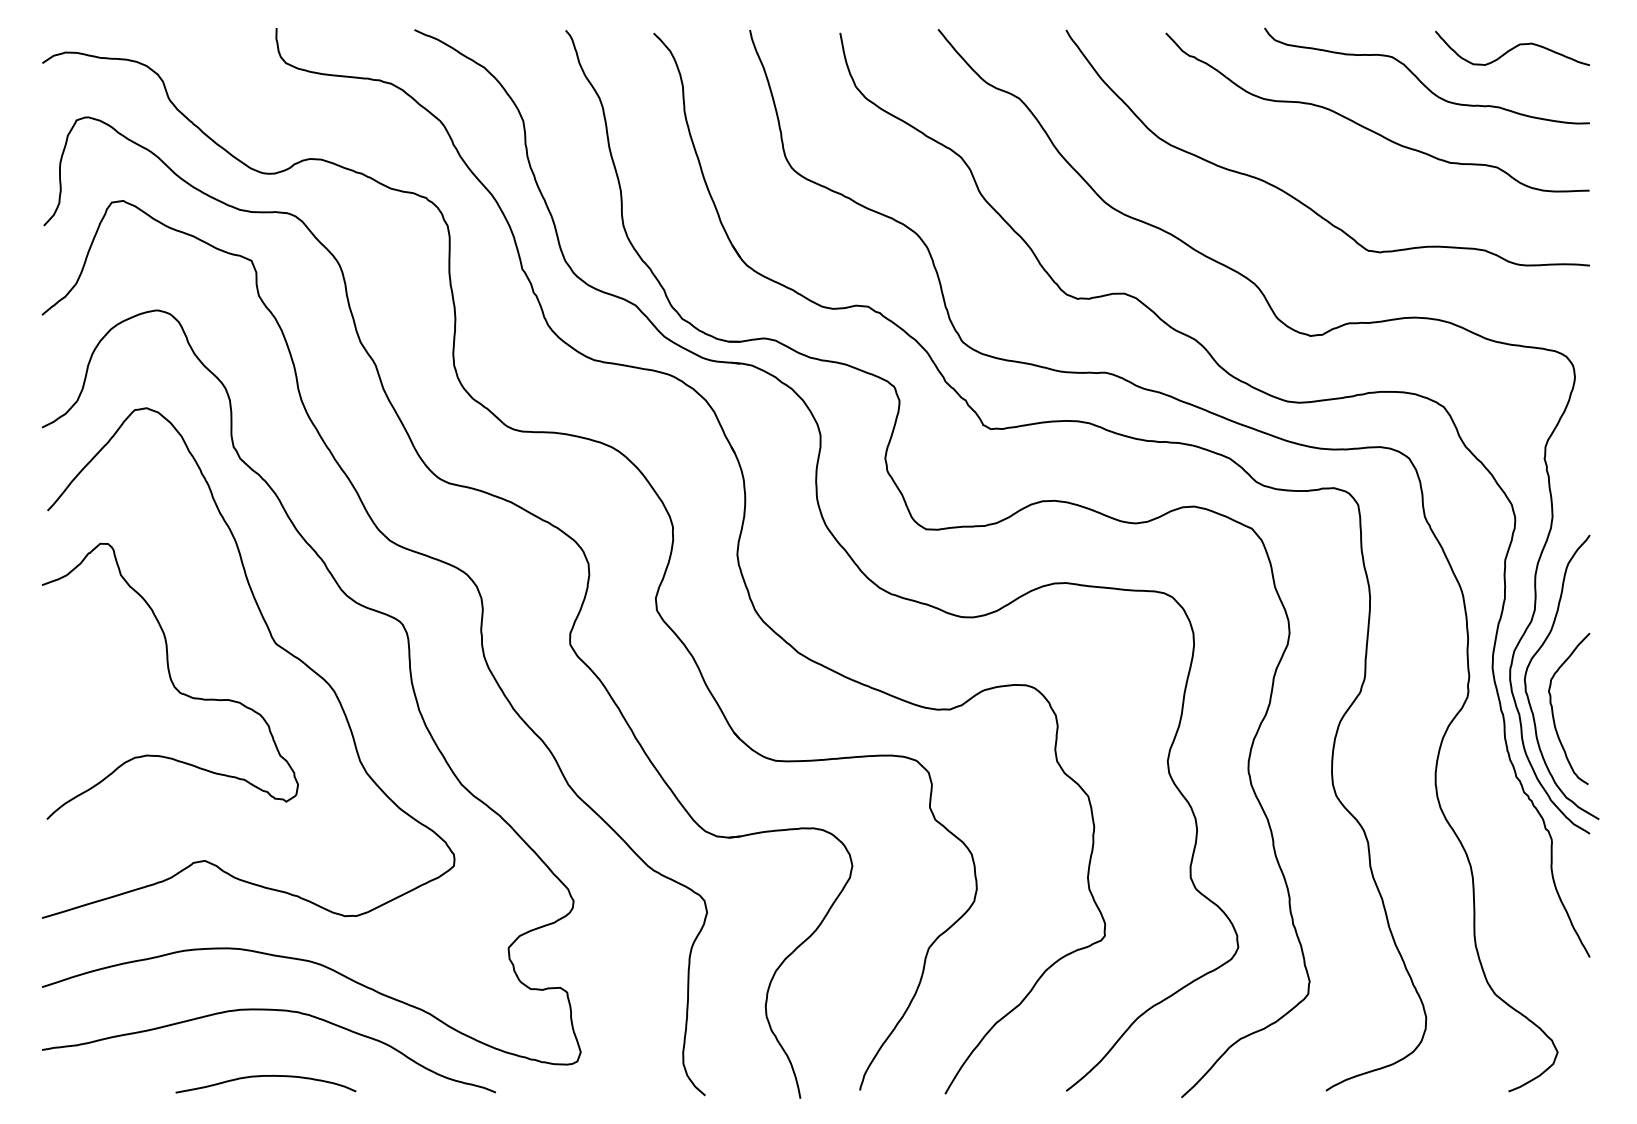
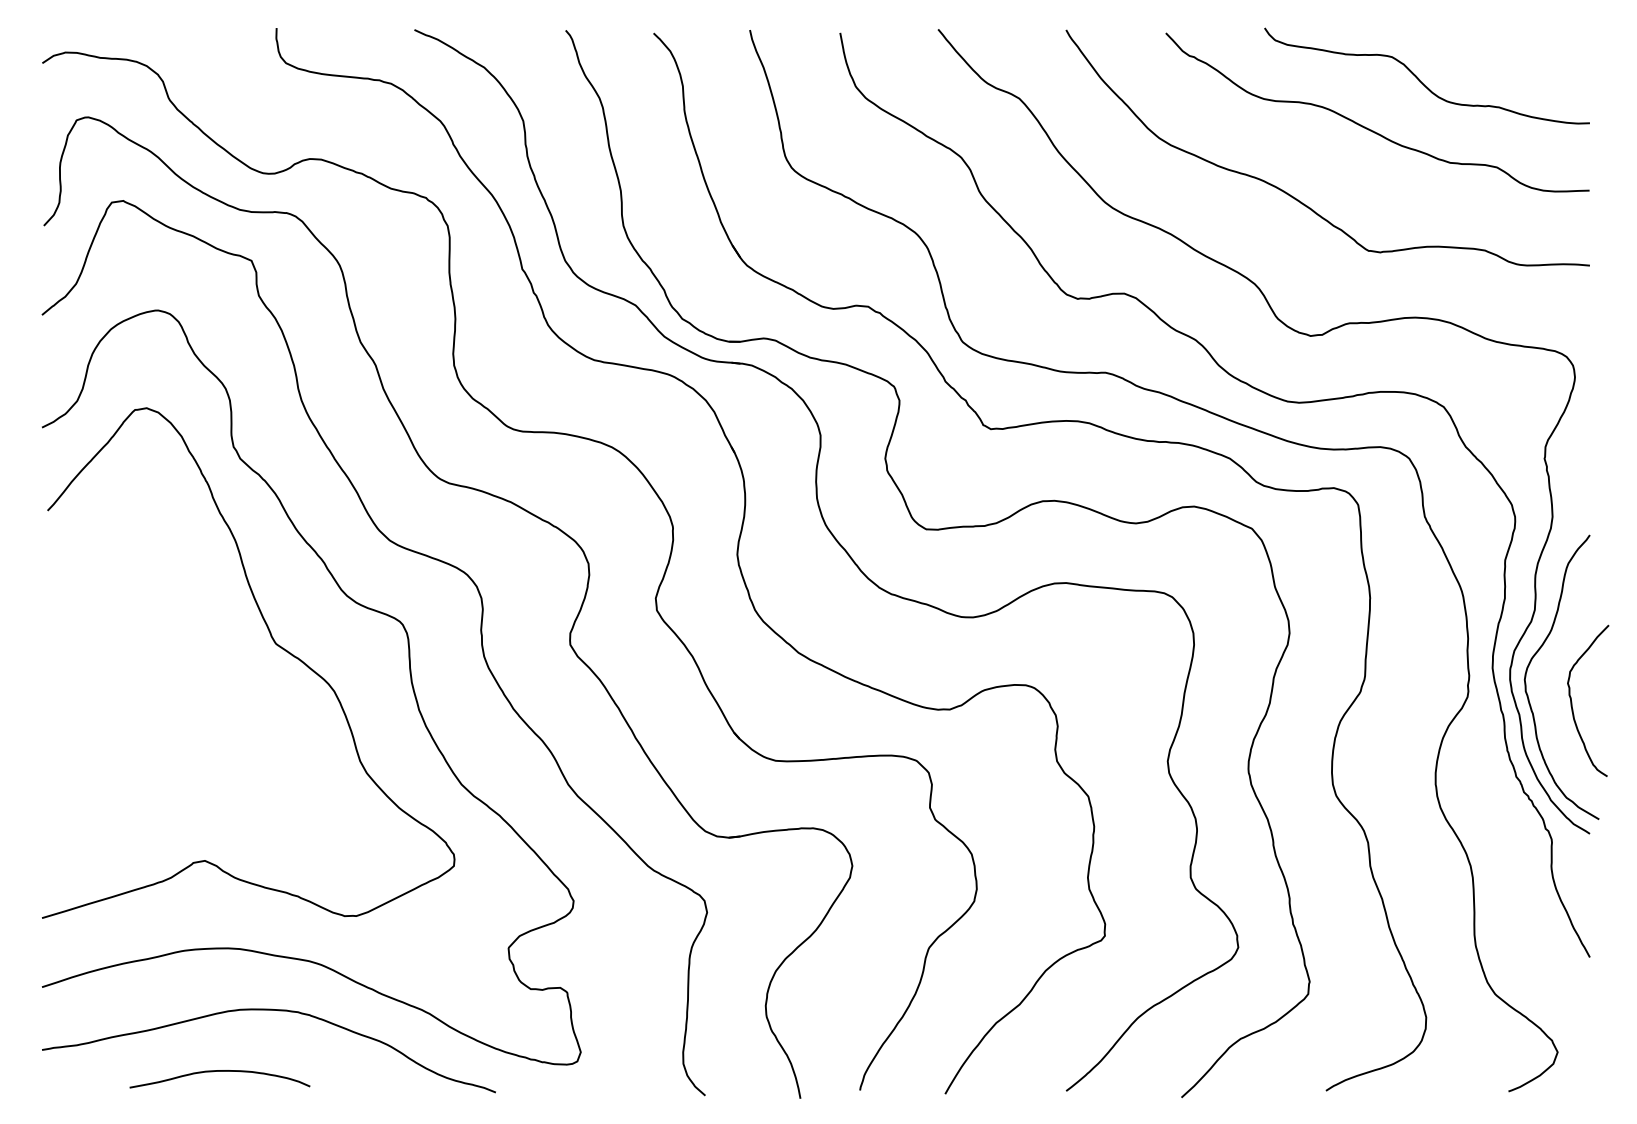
curve at (1512, 48): present -> none
curve at (170, 680): present -> none
curve at (1553, 709) position: (1553, 709) -> (1572, 701)
curve at (265, 1076) position: (265, 1076) -> (219, 1071)
